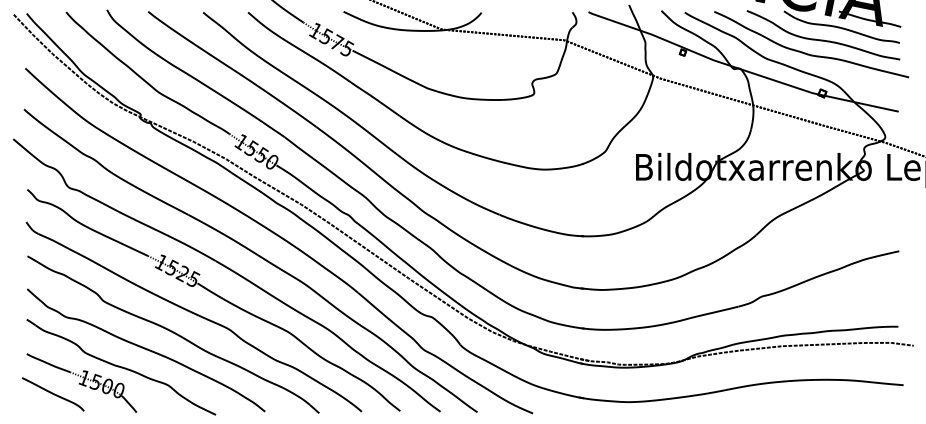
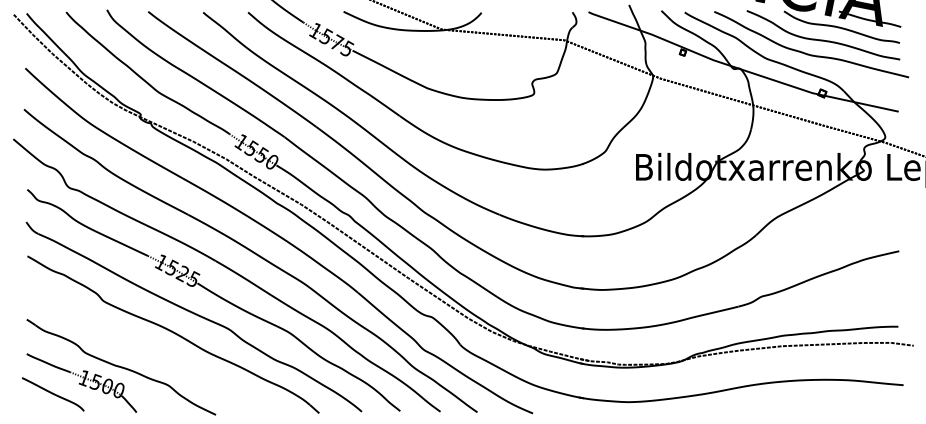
curve at (146, 350): present -> none
